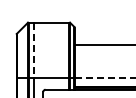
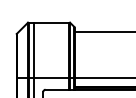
line at (103, 44) position: (103, 44) -> (103, 31)
line at (34, 50): dashed -> solid
line at (105, 78): dashed -> solid
